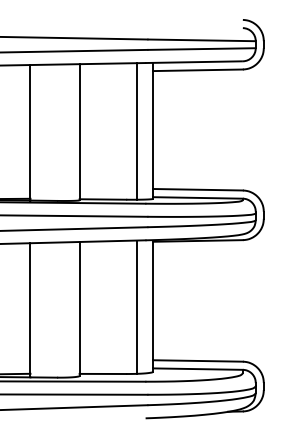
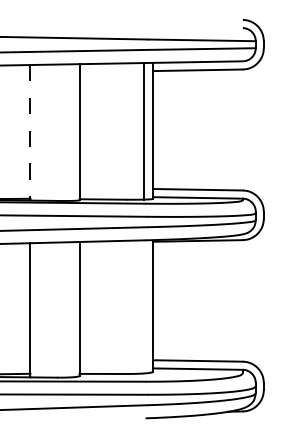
line at (136, 131) position: (136, 131) -> (143, 131)
line at (30, 132): solid -> dashed
line at (136, 306): present -> none
